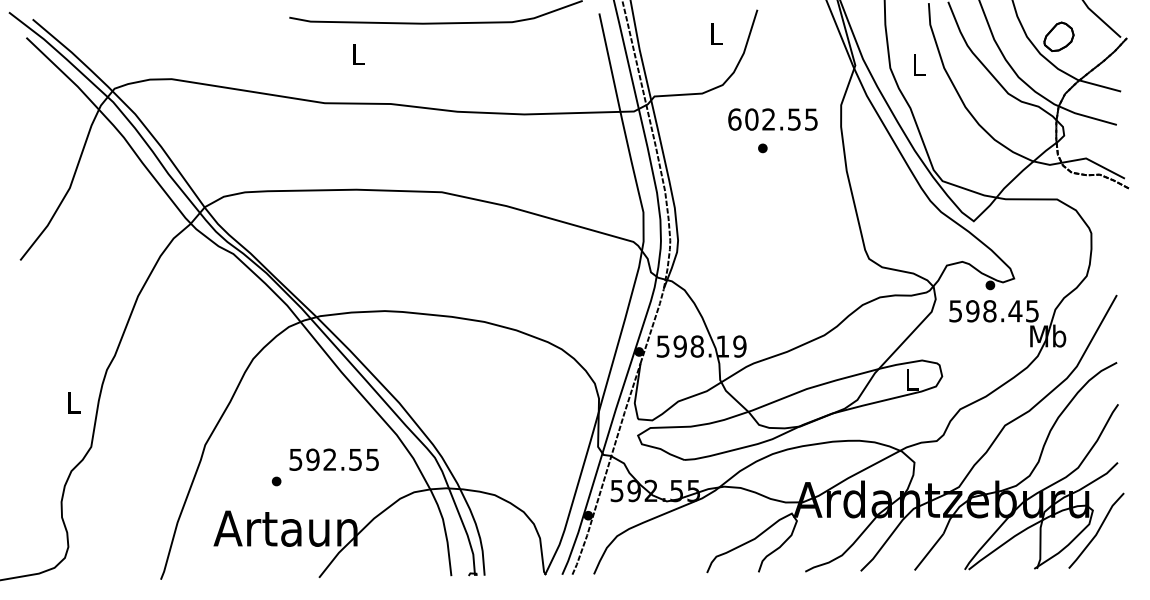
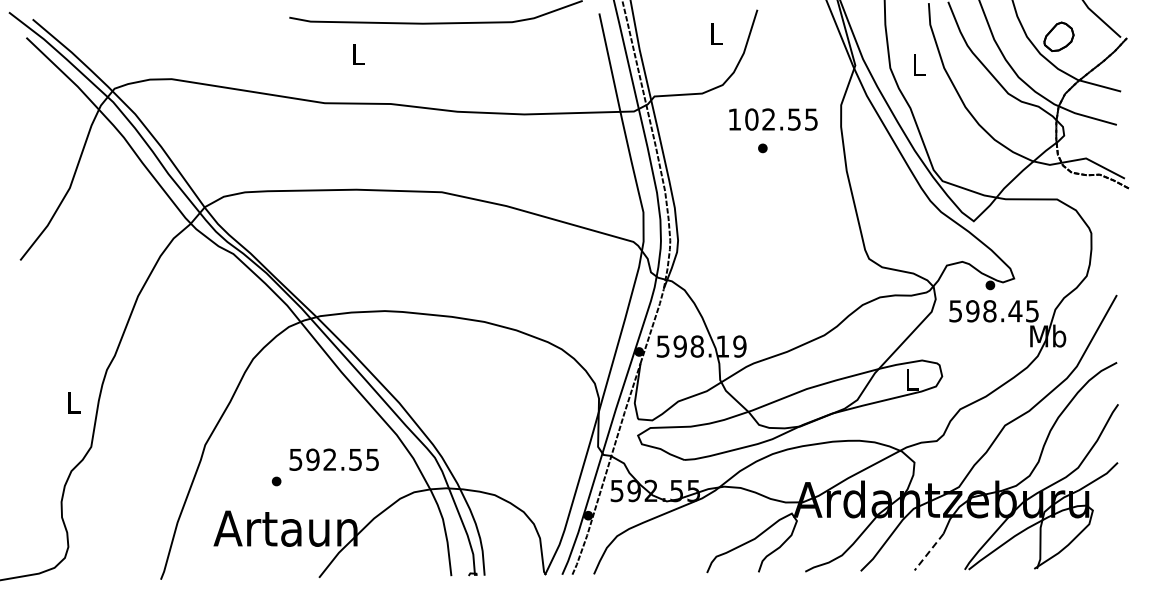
text at (734, 119): 602.55 -> 102.55
line at (1097, 530): present -> none
line at (928, 552): solid -> dashed
